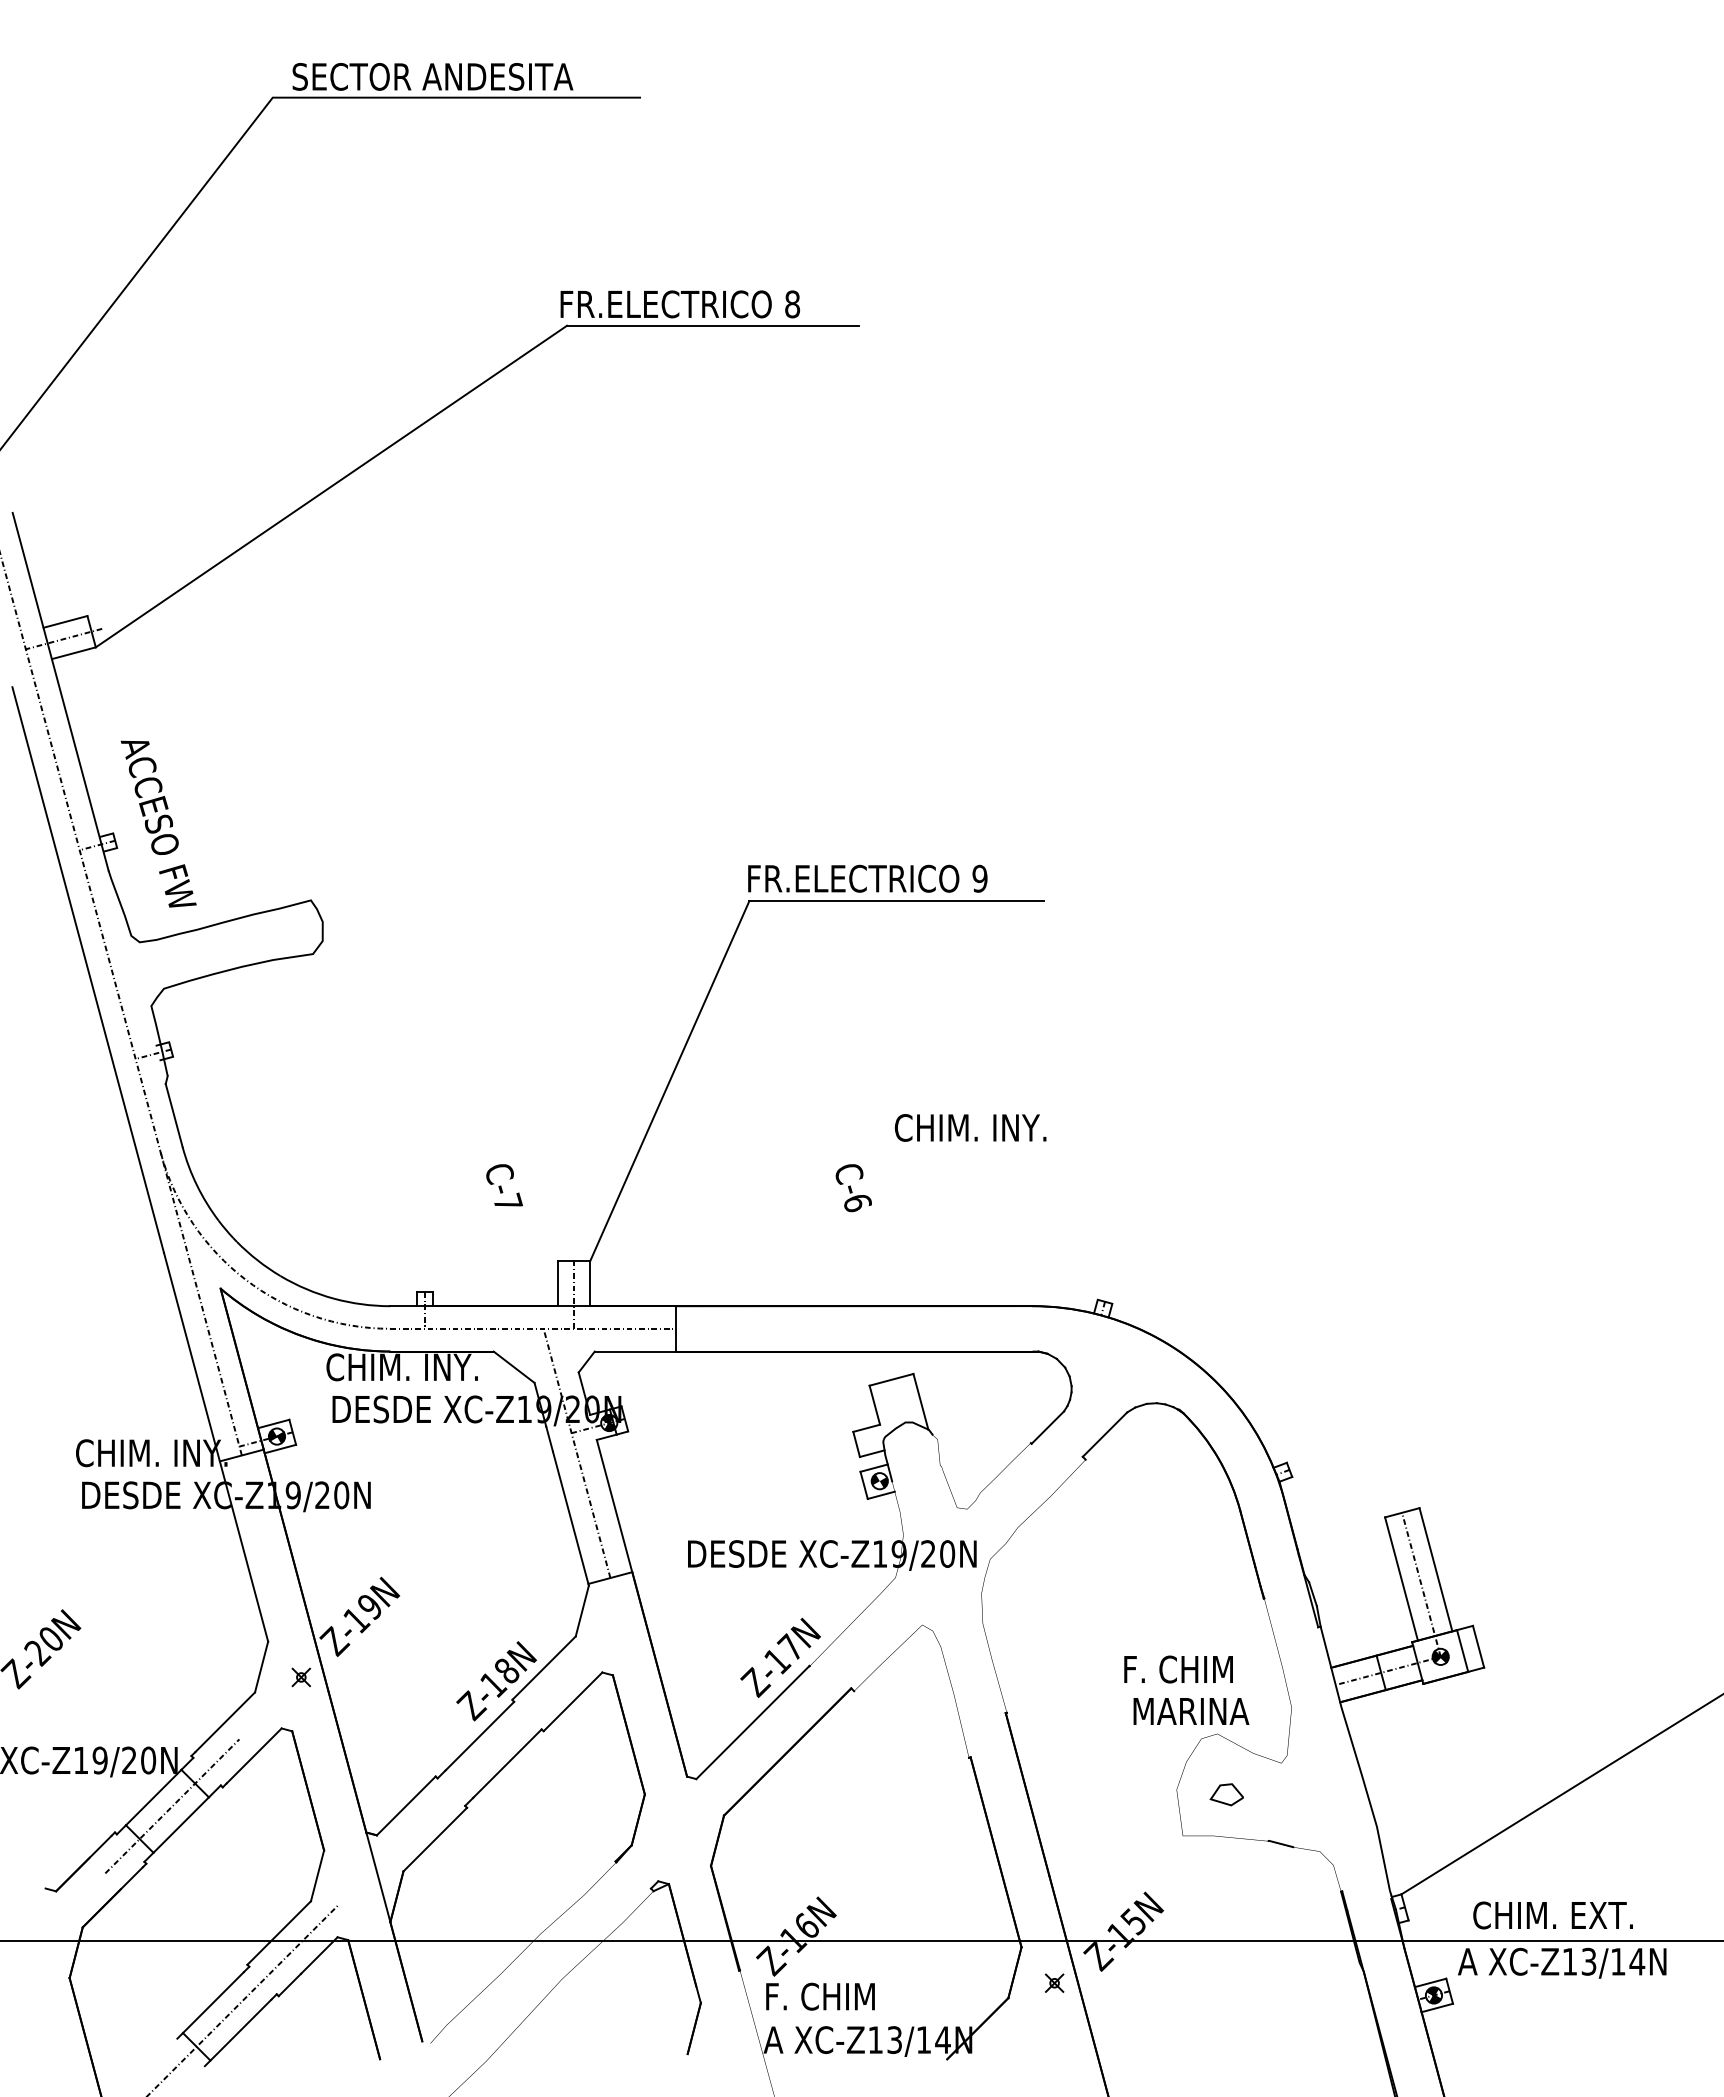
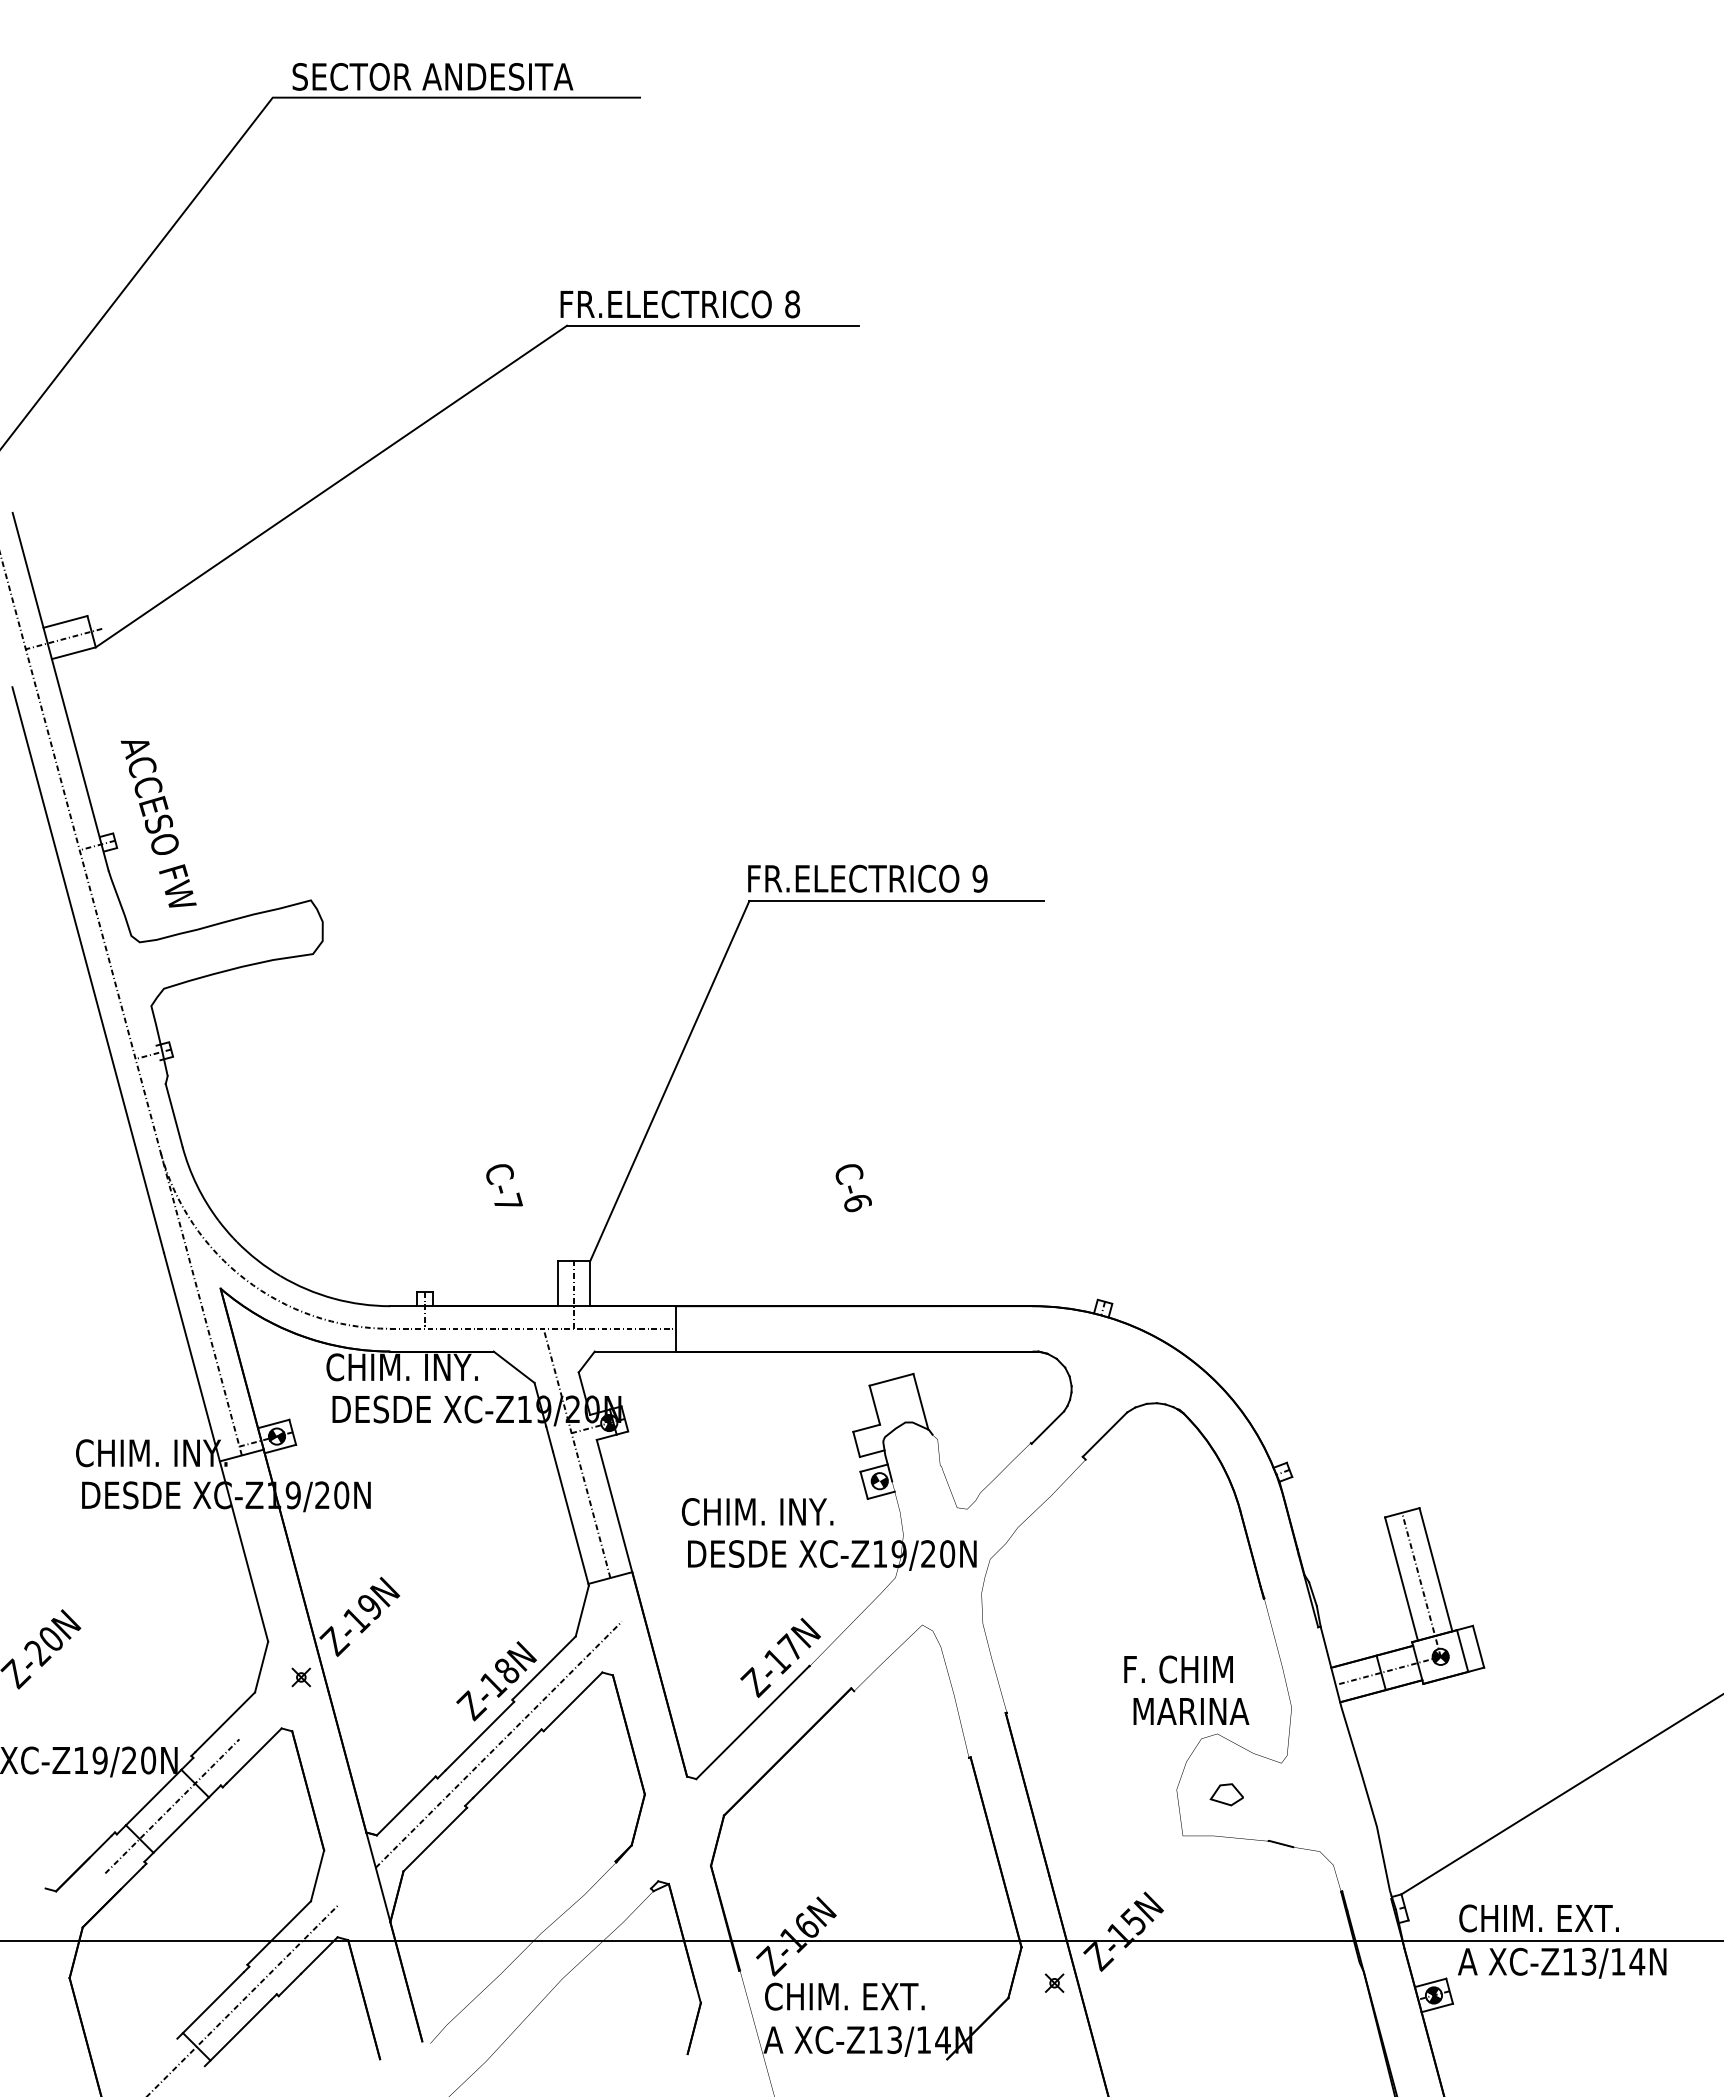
text at (970, 1127) position: (970, 1127) -> (757, 1511)
line at (498, 1744): none -> present
text at (1552, 1915) position: (1552, 1915) -> (1538, 1918)
text at (844, 1996): F. CHIM -> CHIM. EXT.
